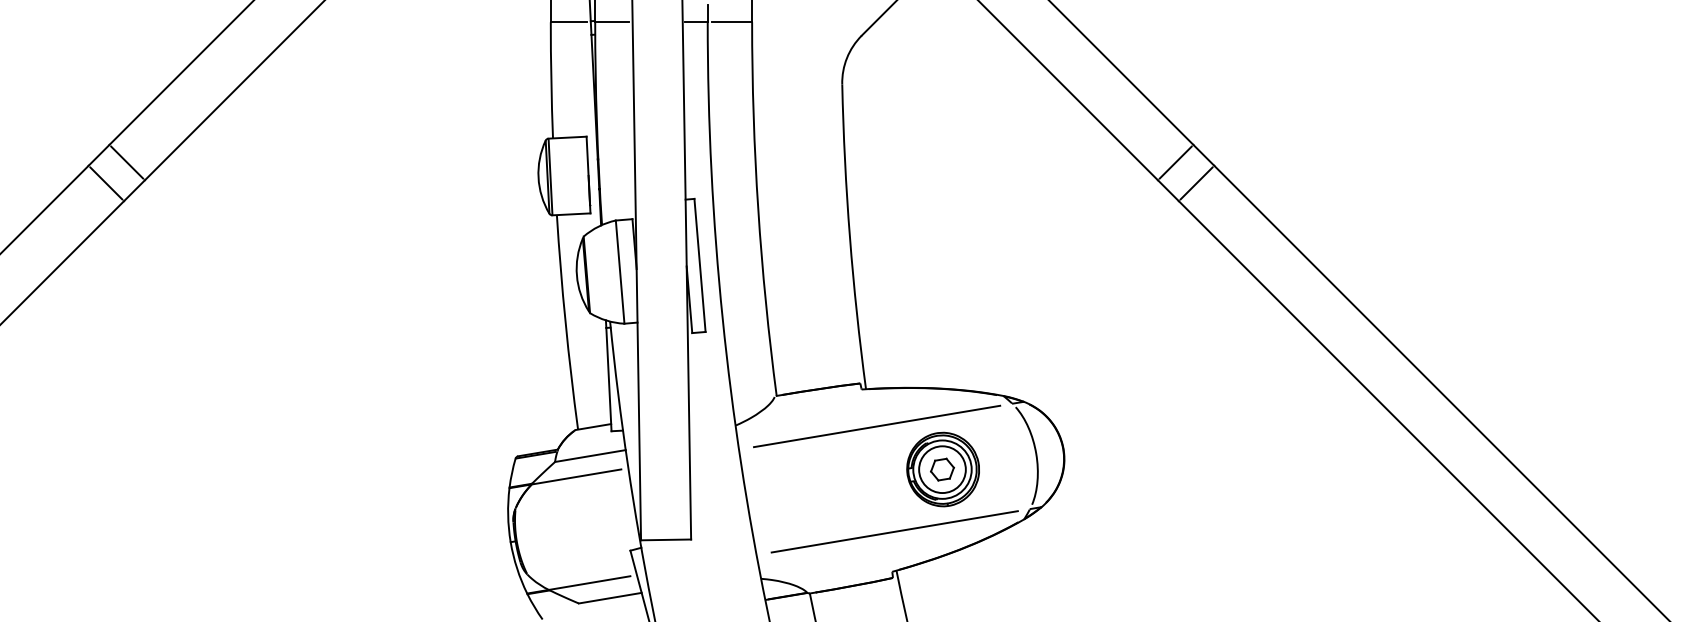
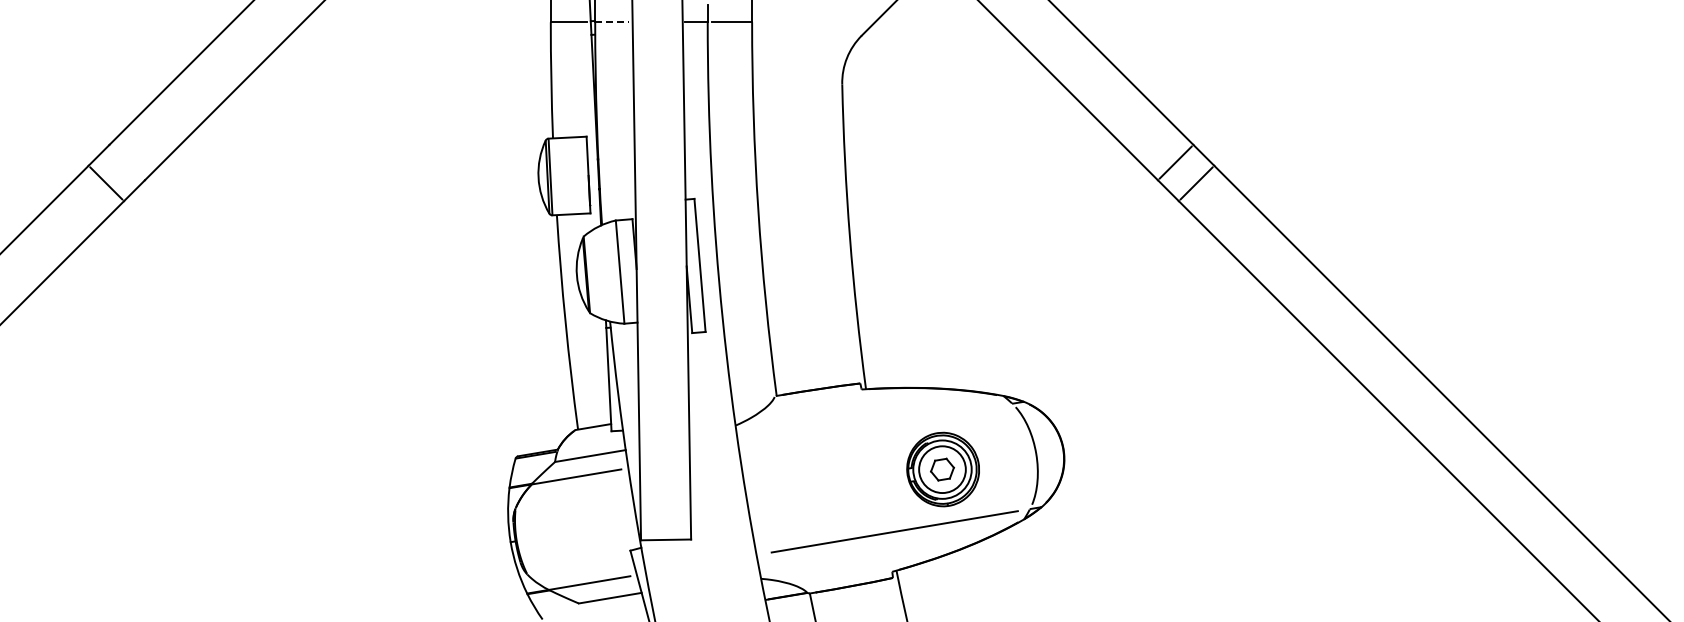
line at (612, 22): solid -> dashed
line at (127, 162): present -> none
line at (877, 426): present -> none
